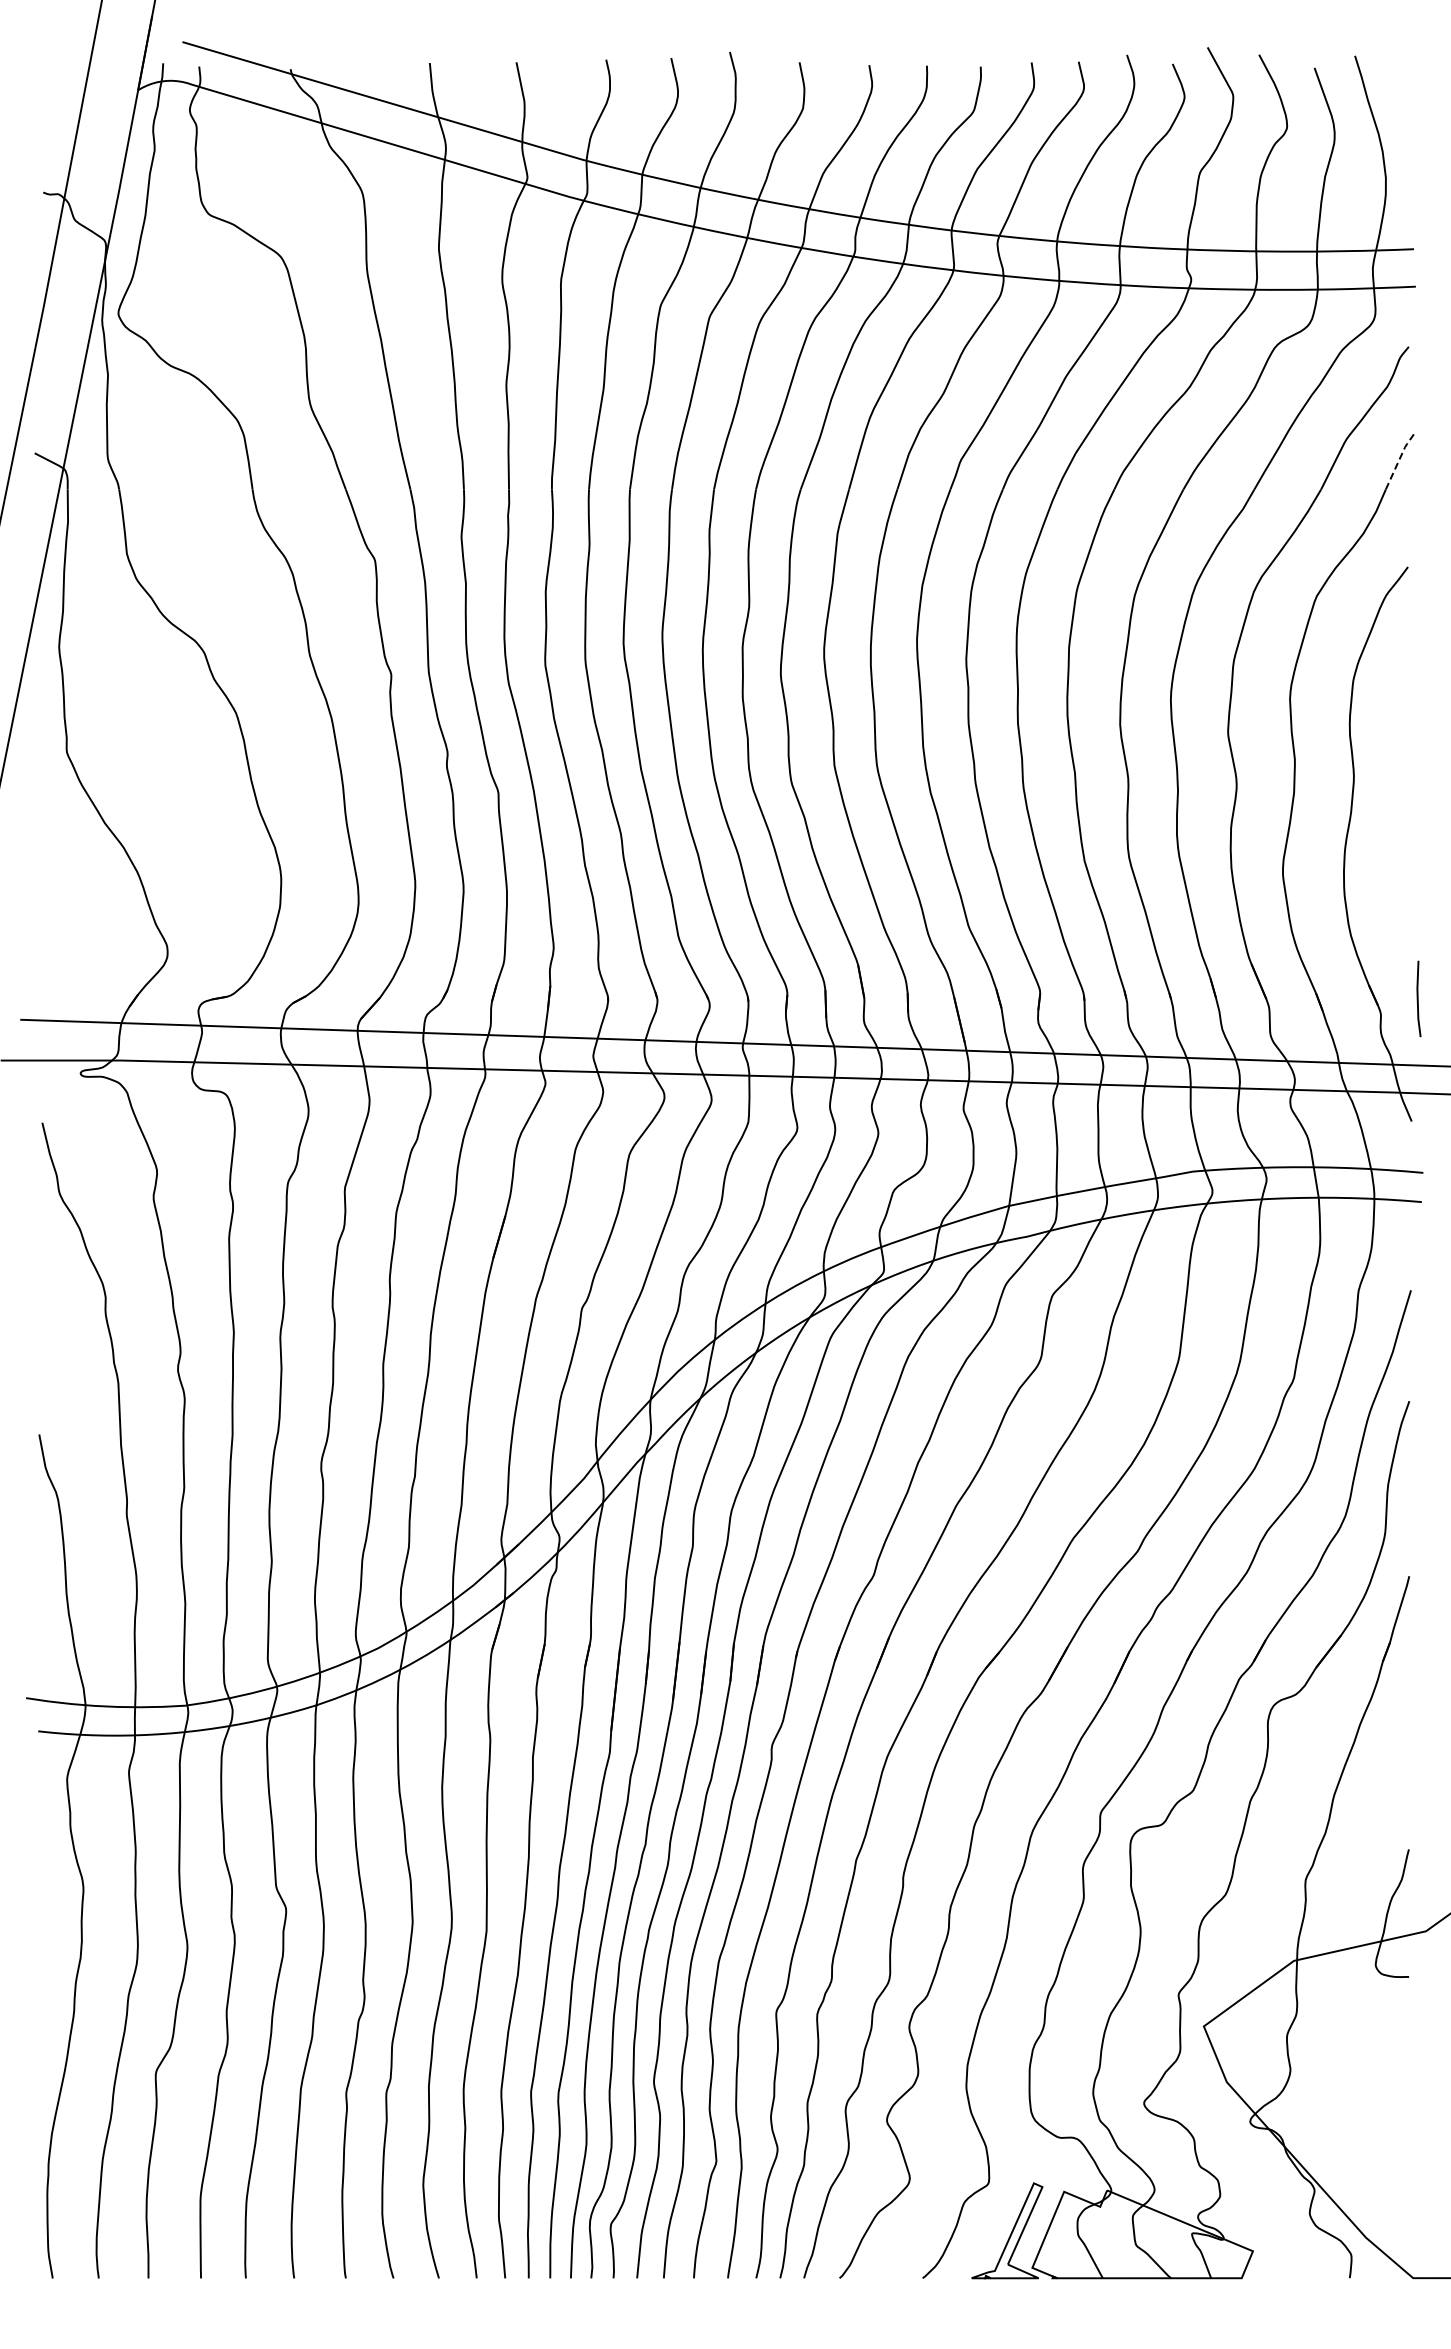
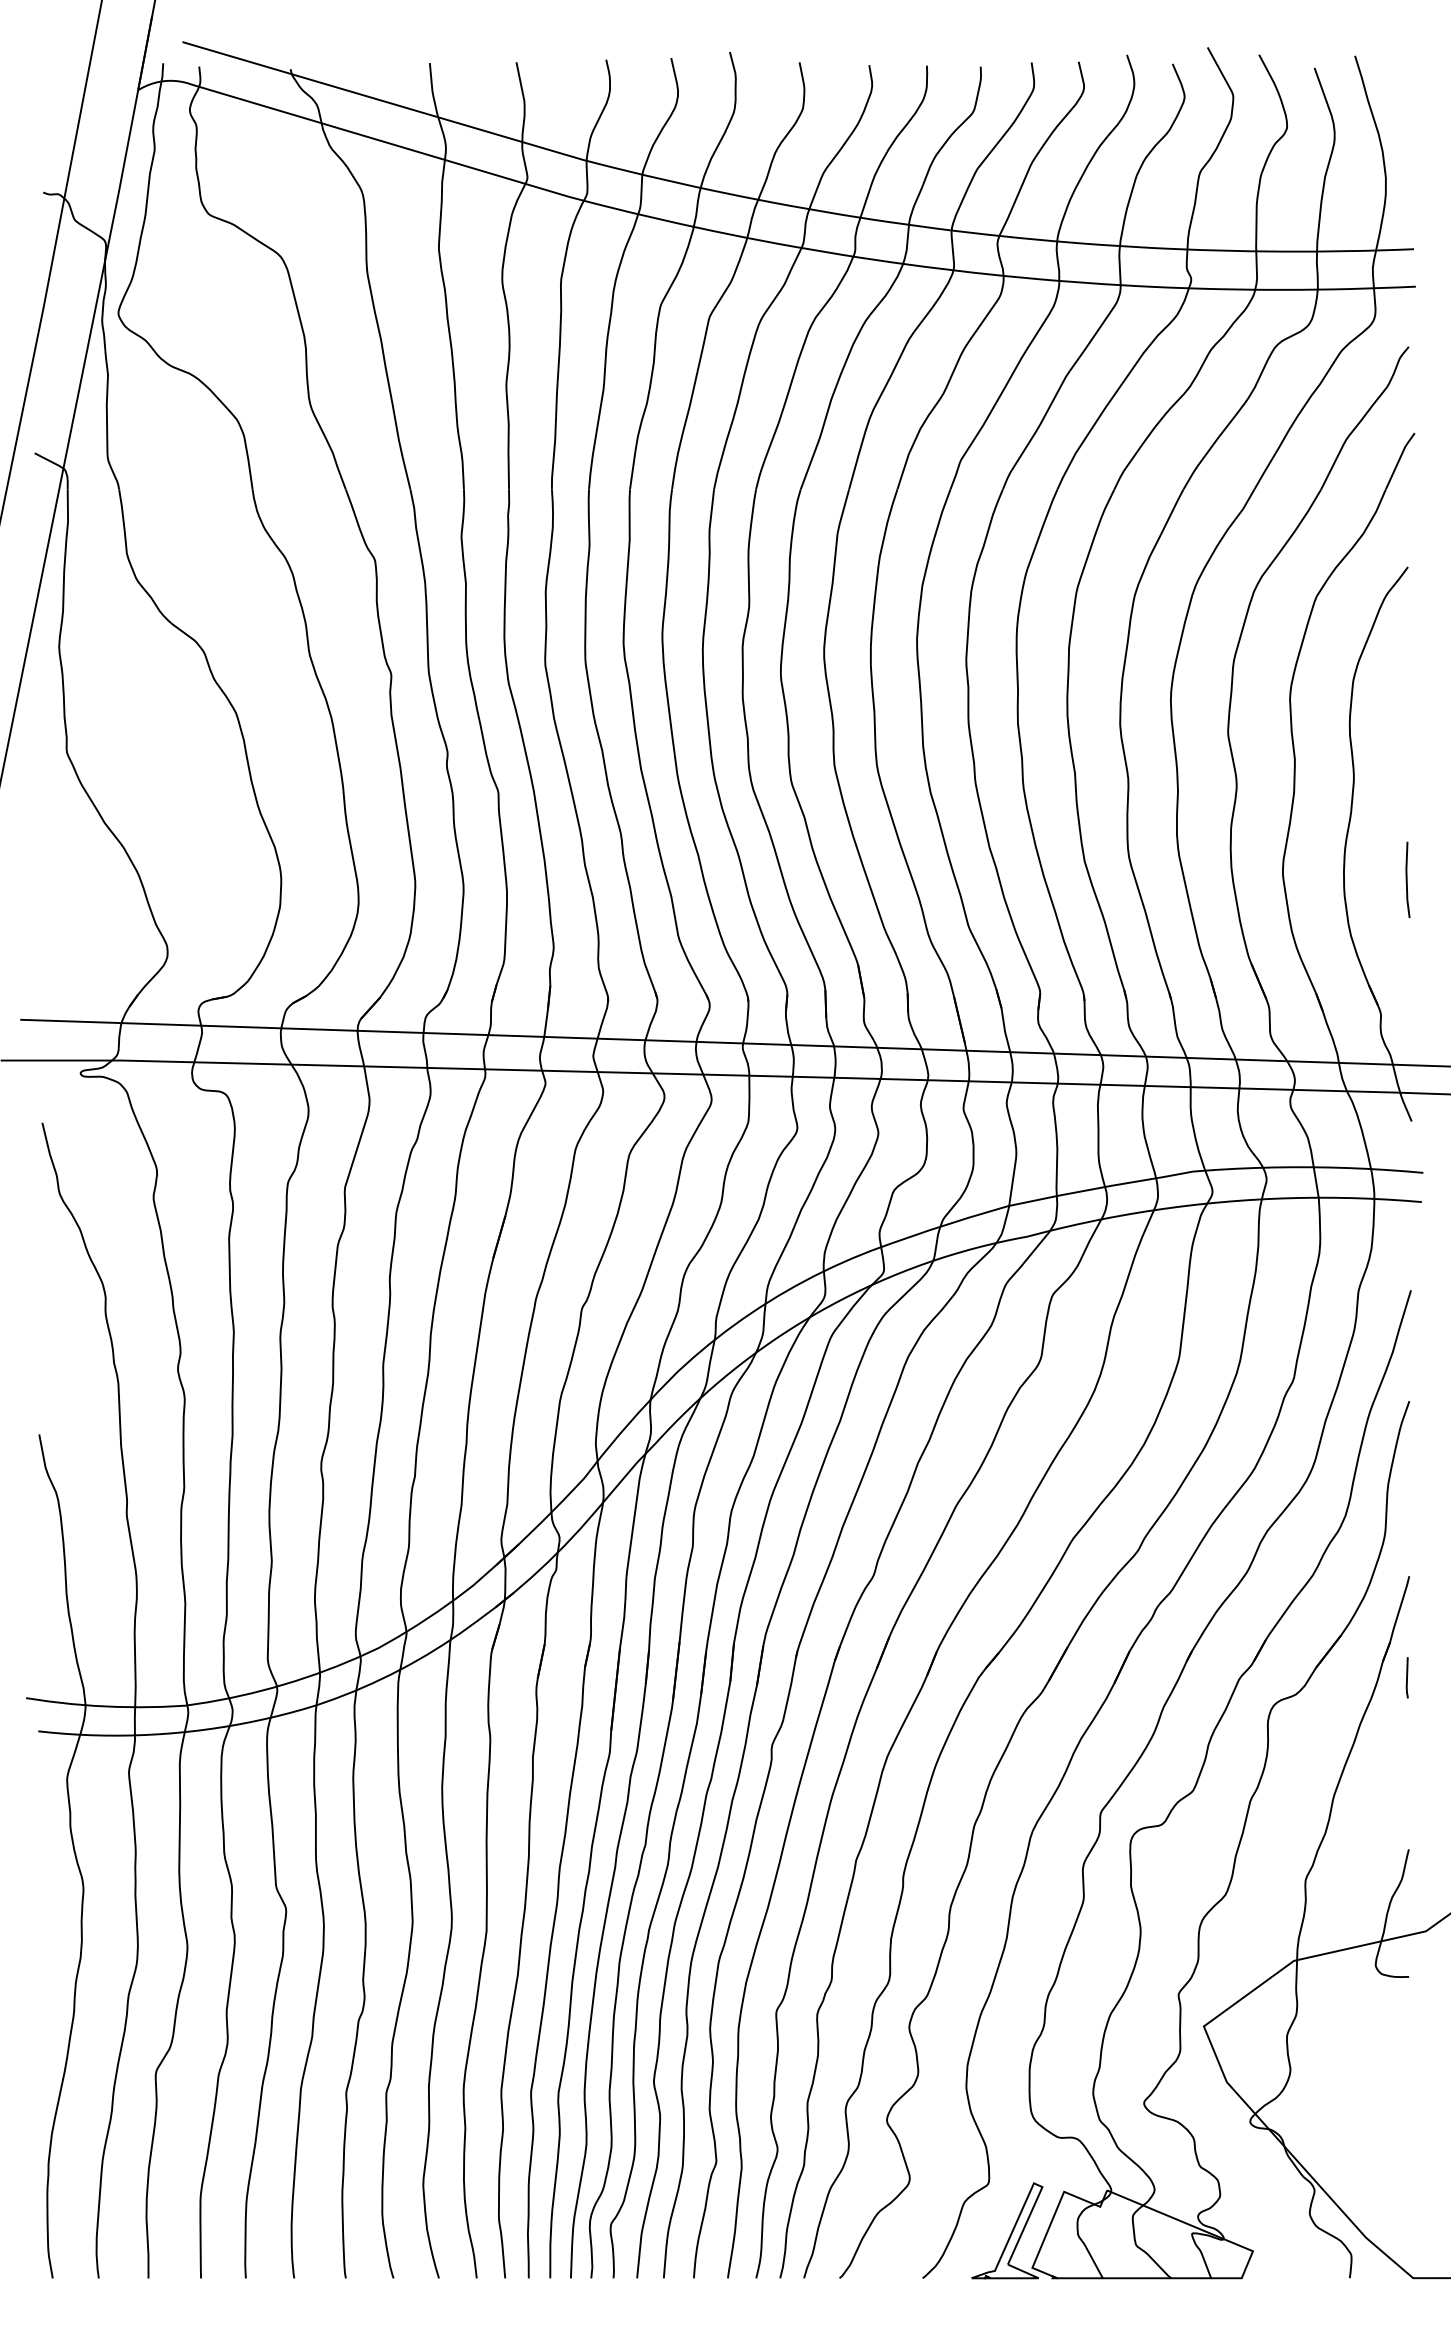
line at (1399, 458): dashed -> solid
line at (1418, 998) position: (1418, 998) -> (1407, 879)
line at (1406, 1677): none -> present
